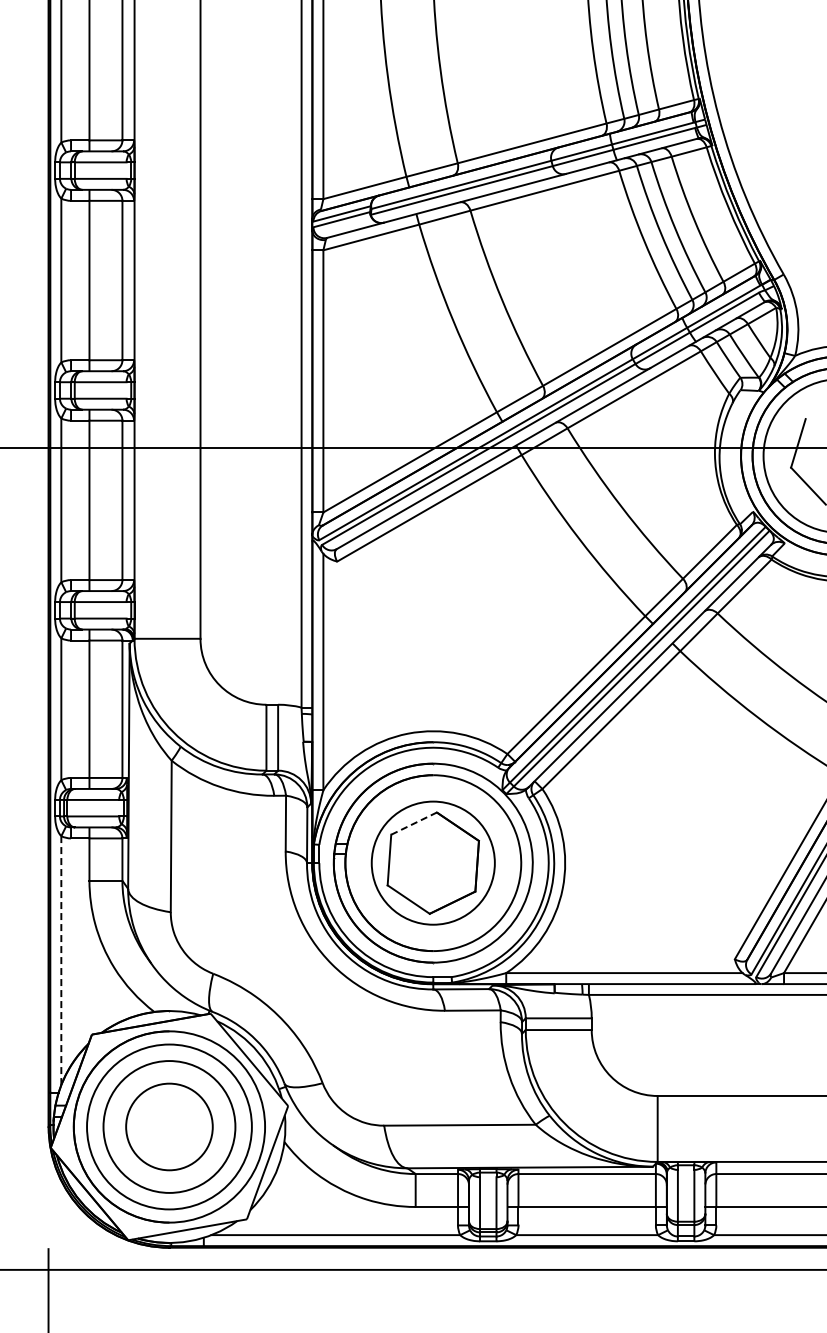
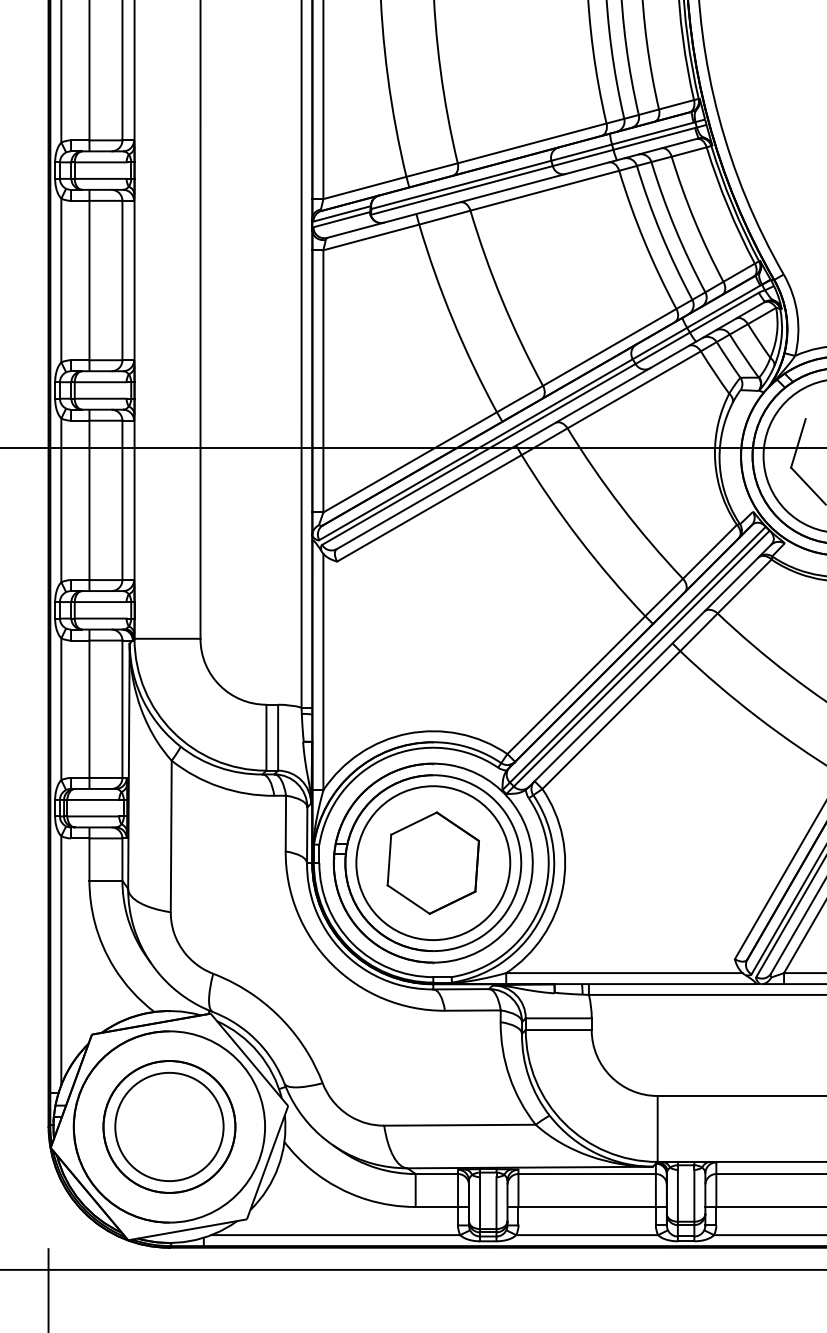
line at (414, 823): dashed -> solid
circle at (432, 862) diameter: 123 px -> 154 px
line at (61, 960): dashed -> solid
circle at (169, 1126) diameter: 165 px -> 132 px
circle at (169, 1126) diameter: 87 px -> 108 px
